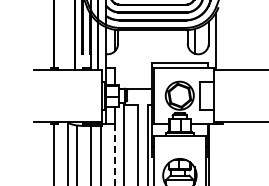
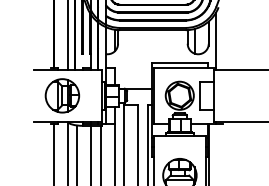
line at (68, 36): none -> present
part at (62, 95): none -> present
line at (114, 154): dashed -> solid
